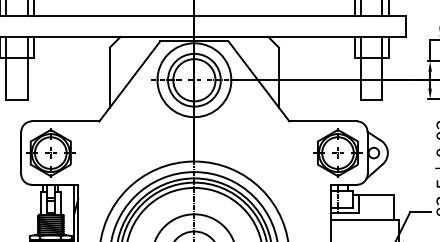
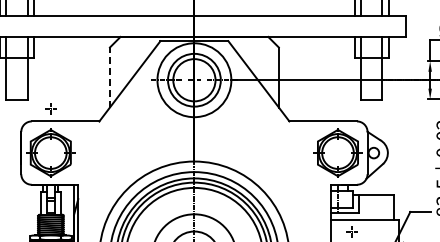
line at (109, 77): solid -> dashed
part at (50, 152) position: (50, 152) -> (50, 108)
part at (337, 152) position: (337, 152) -> (351, 231)
